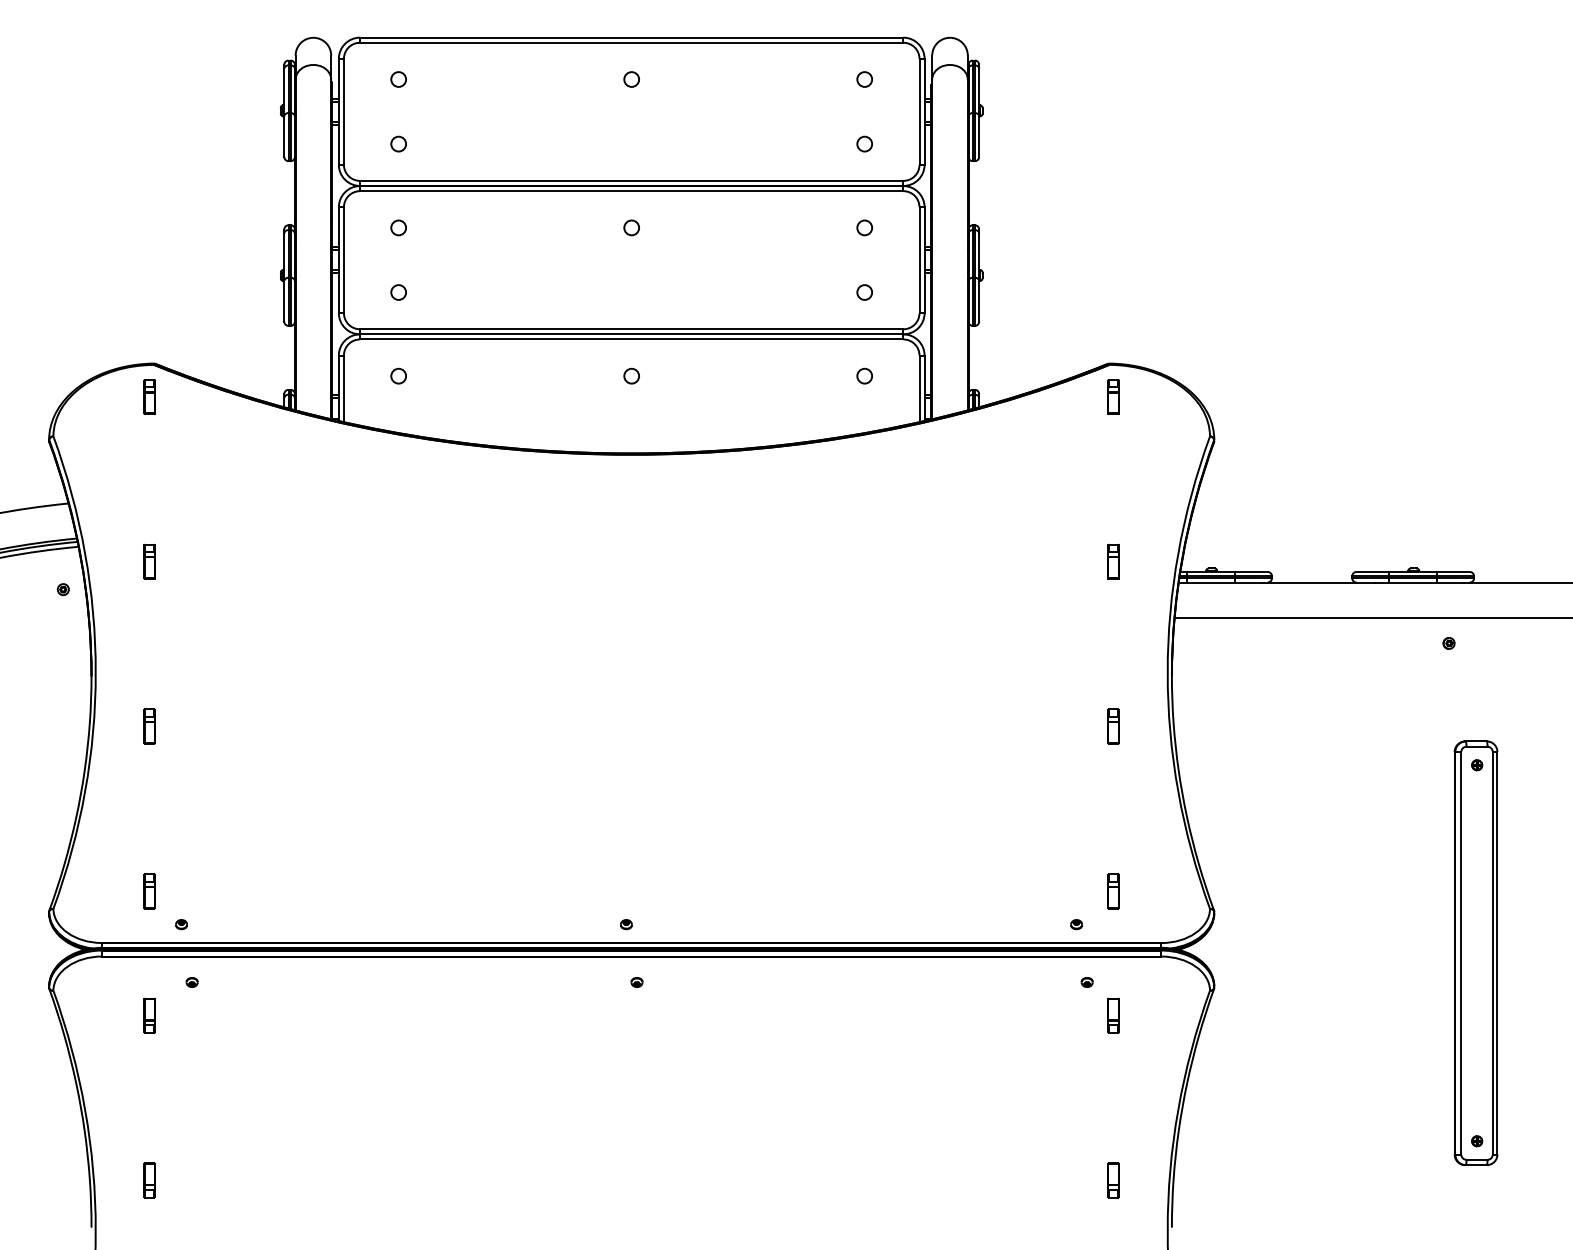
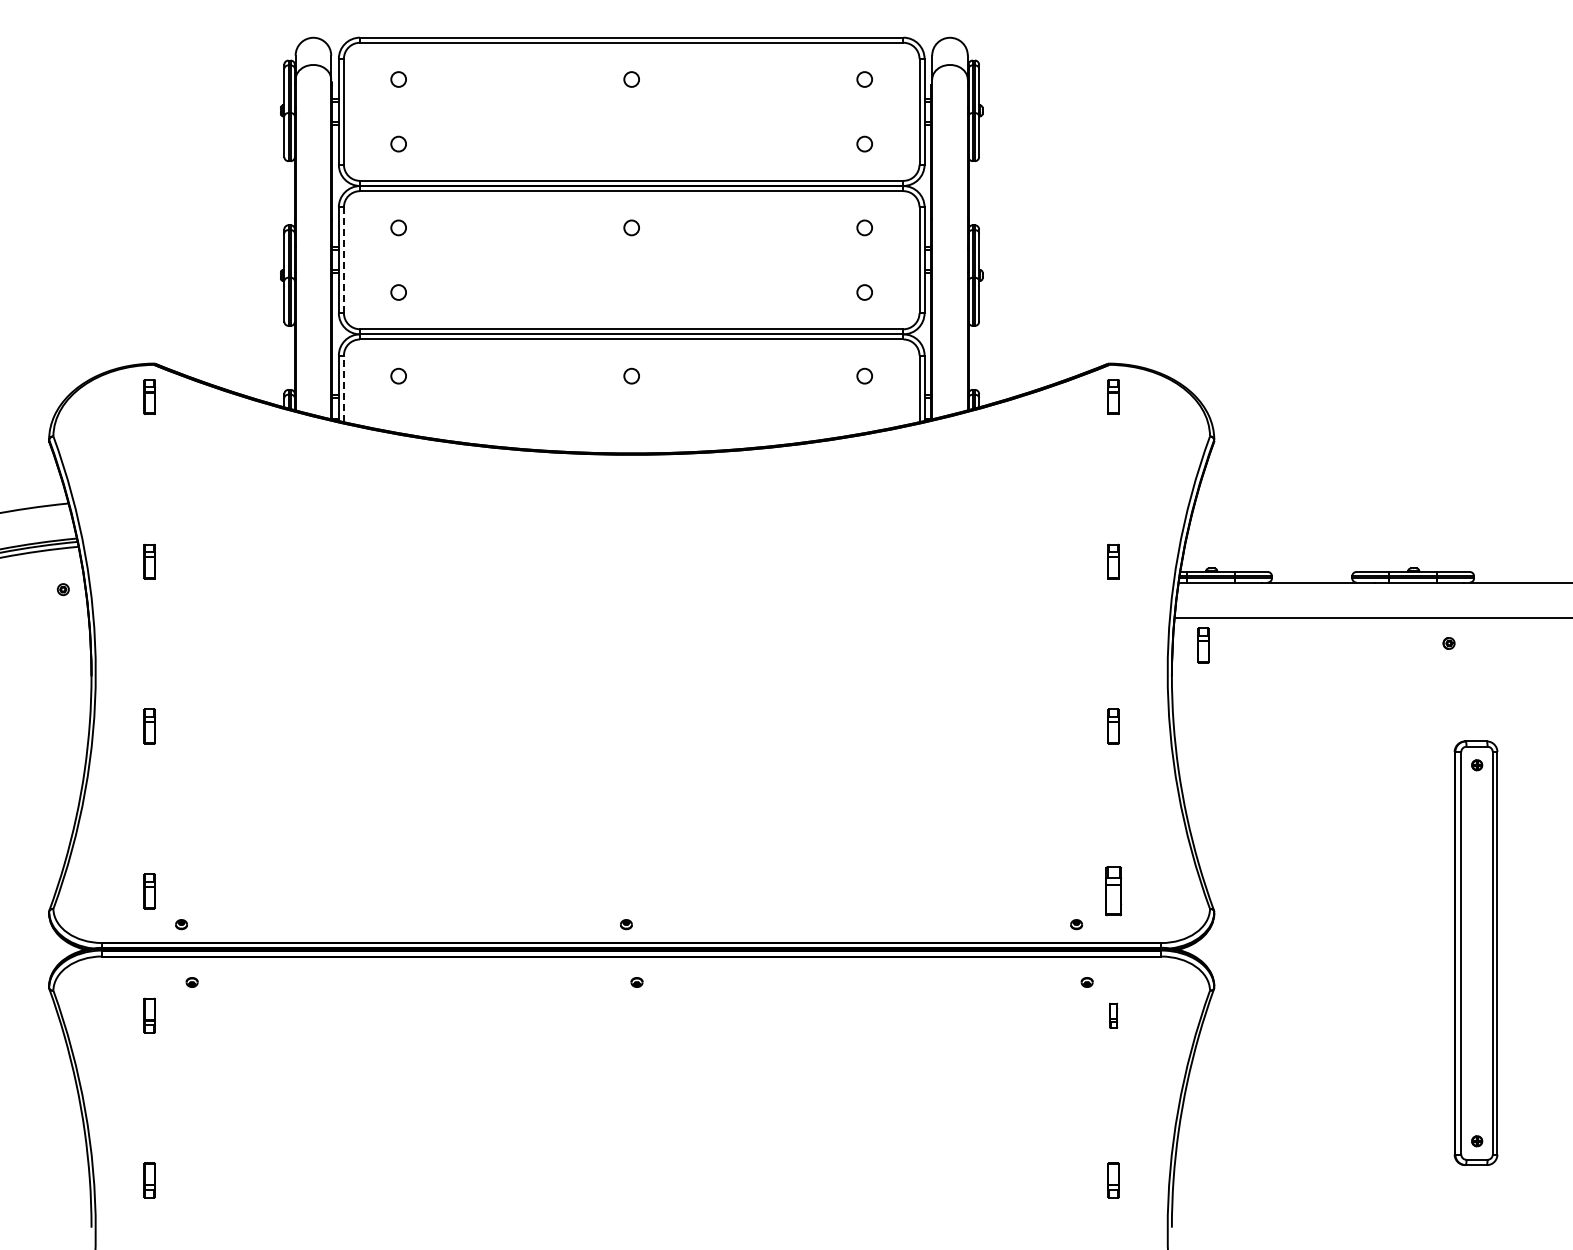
line at (343, 260): solid -> dashed
line at (343, 388): solid -> dashed
part at (1203, 645): none -> present
part at (1113, 891) size: 13x37 px -> 18x51 px
part at (1113, 1015) size: 13x37 px -> 10x27 px
